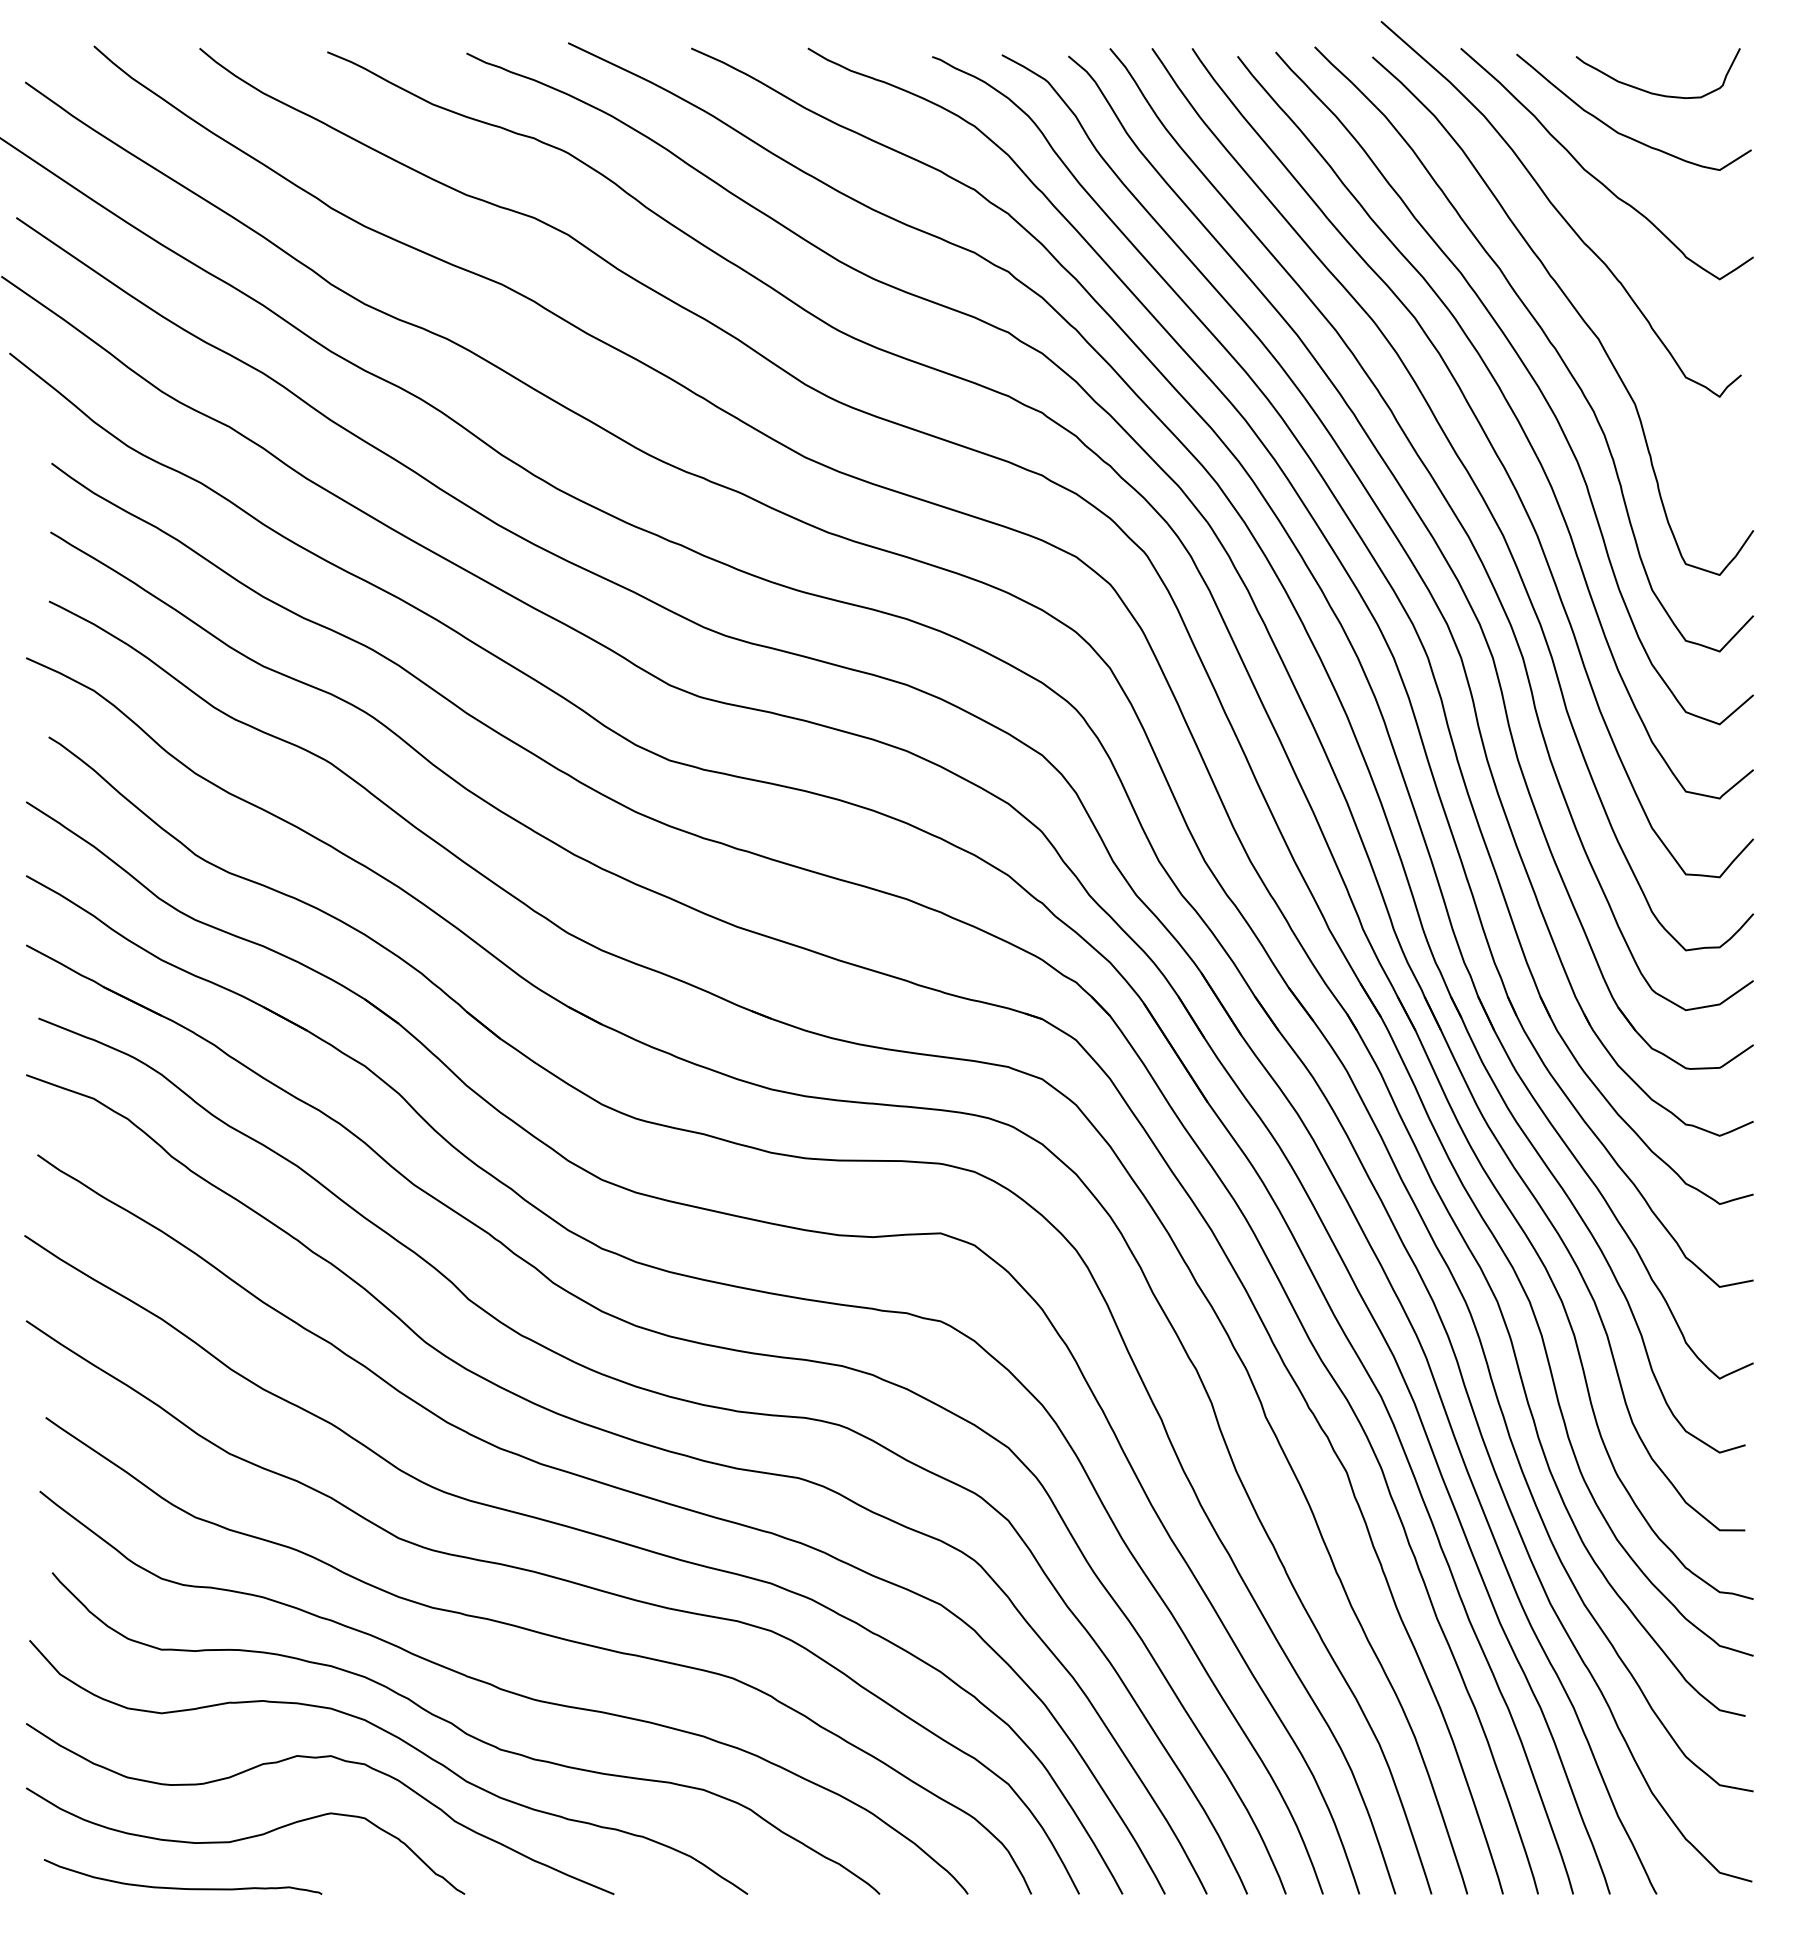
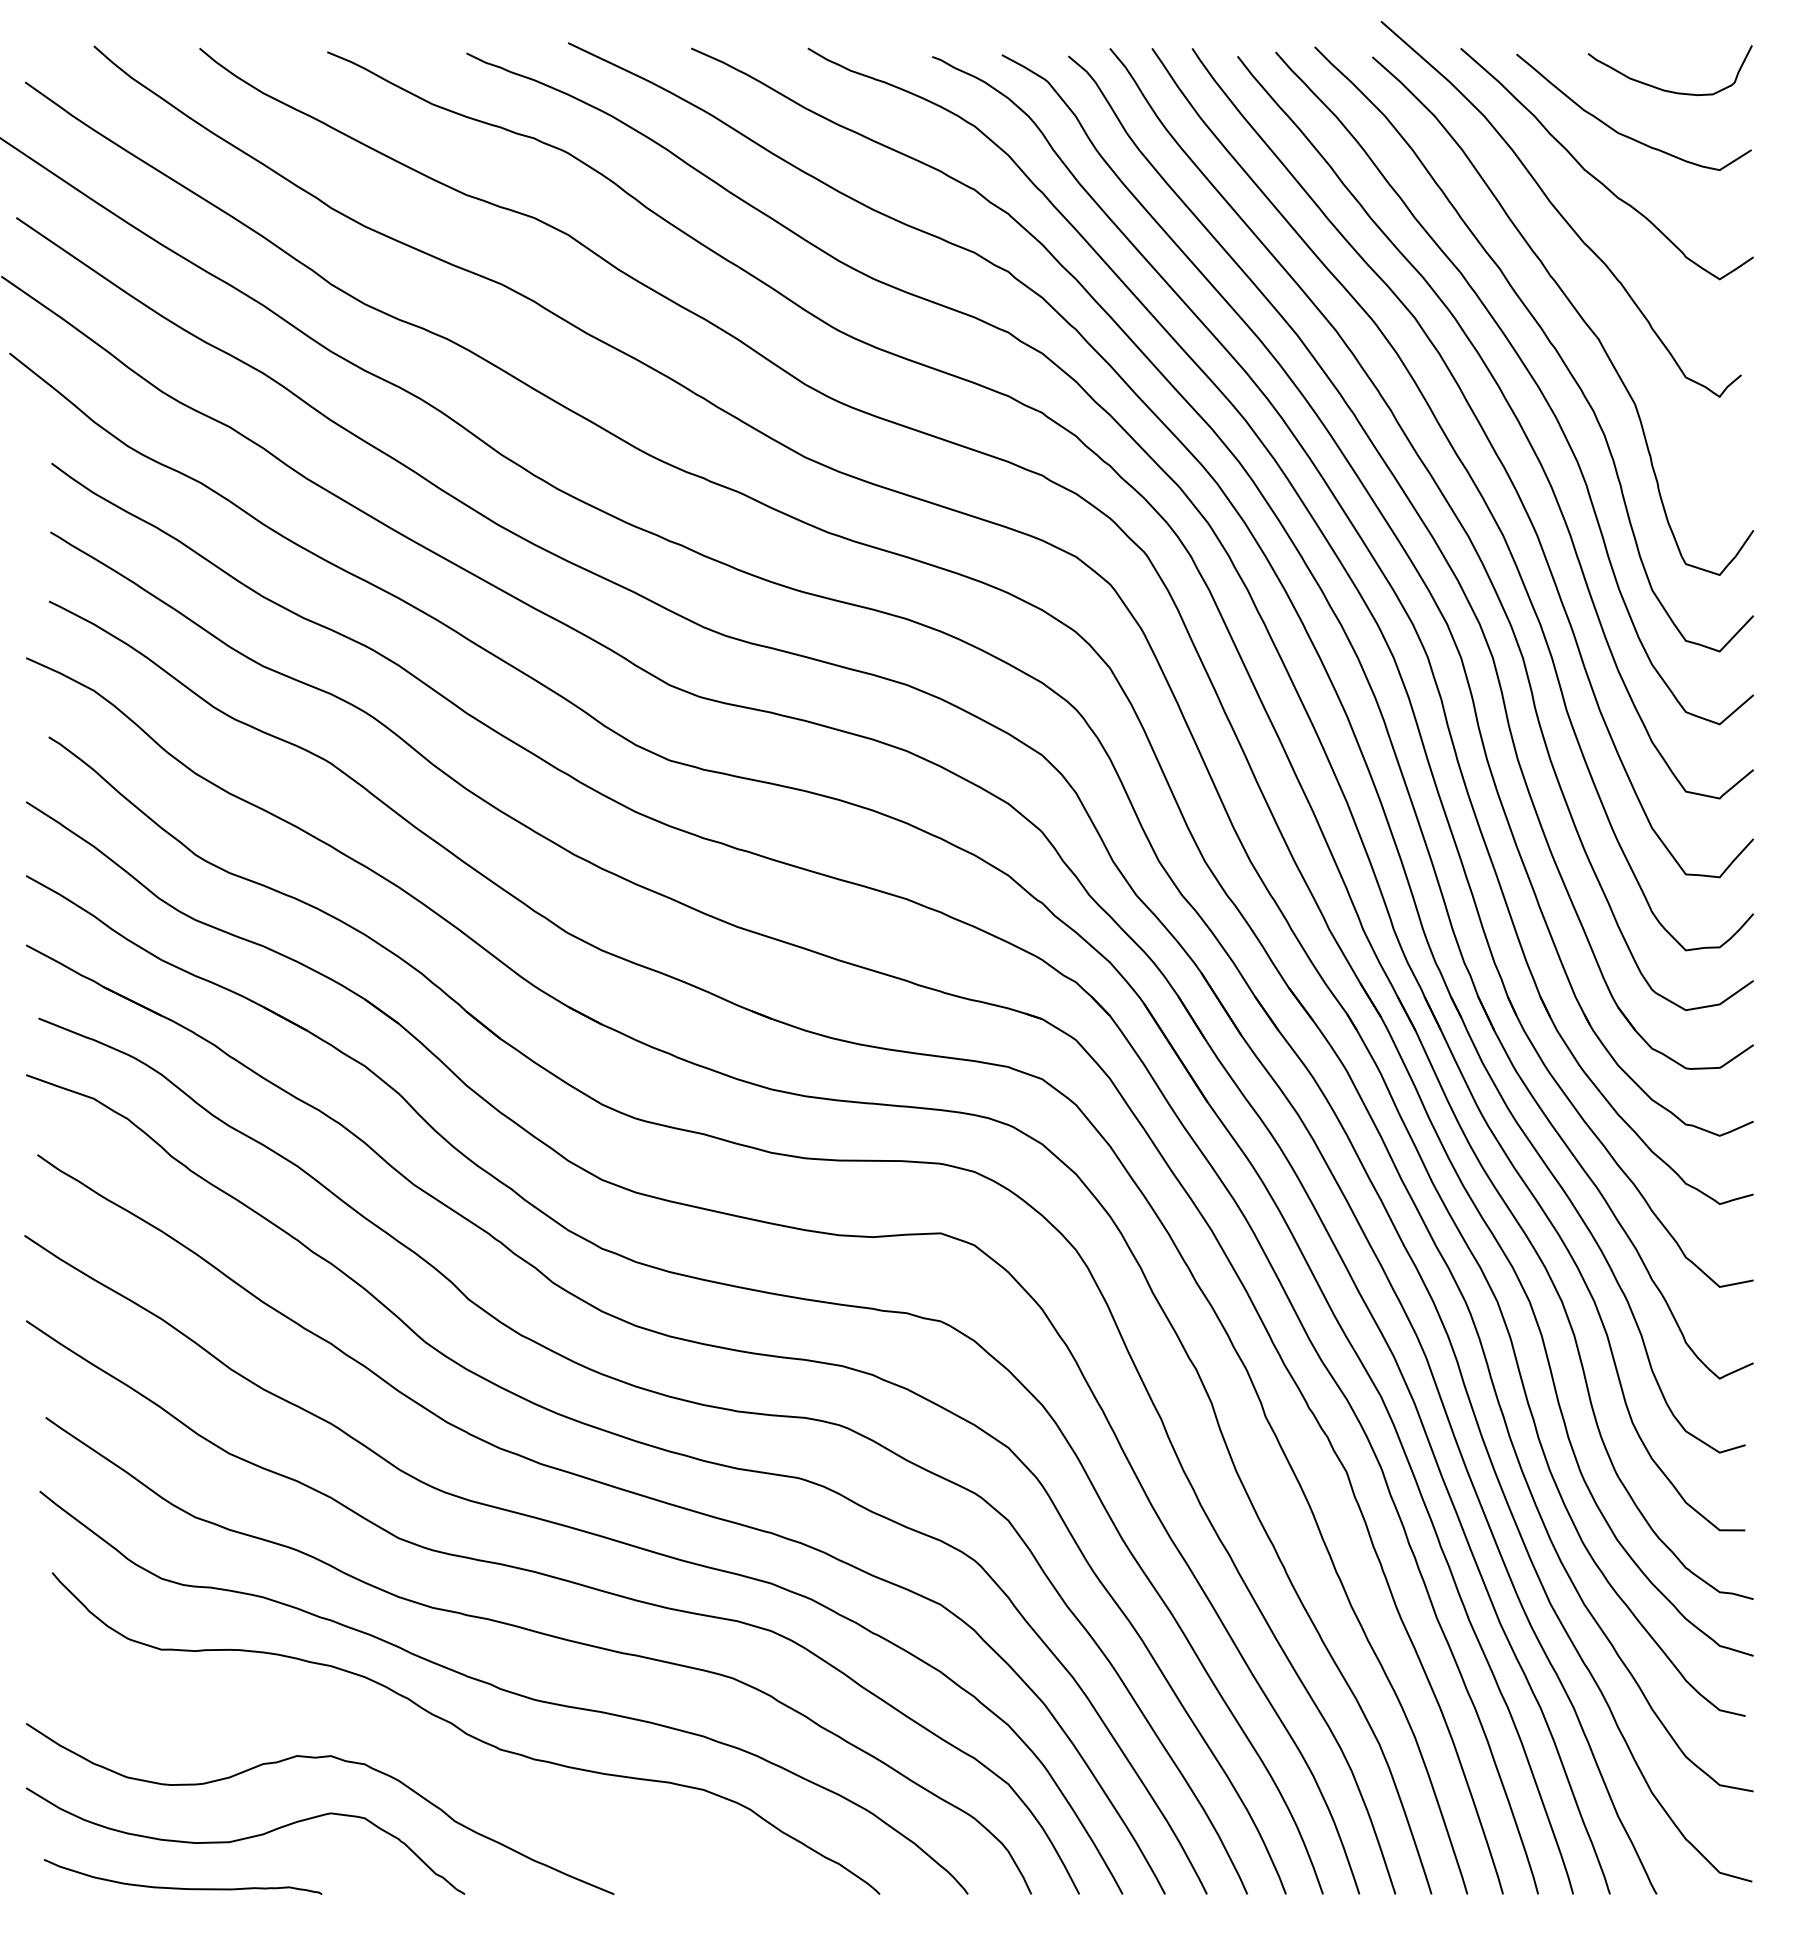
curve at (1653, 92) position: (1653, 92) -> (1665, 89)
curve at (403, 1742): present -> none
